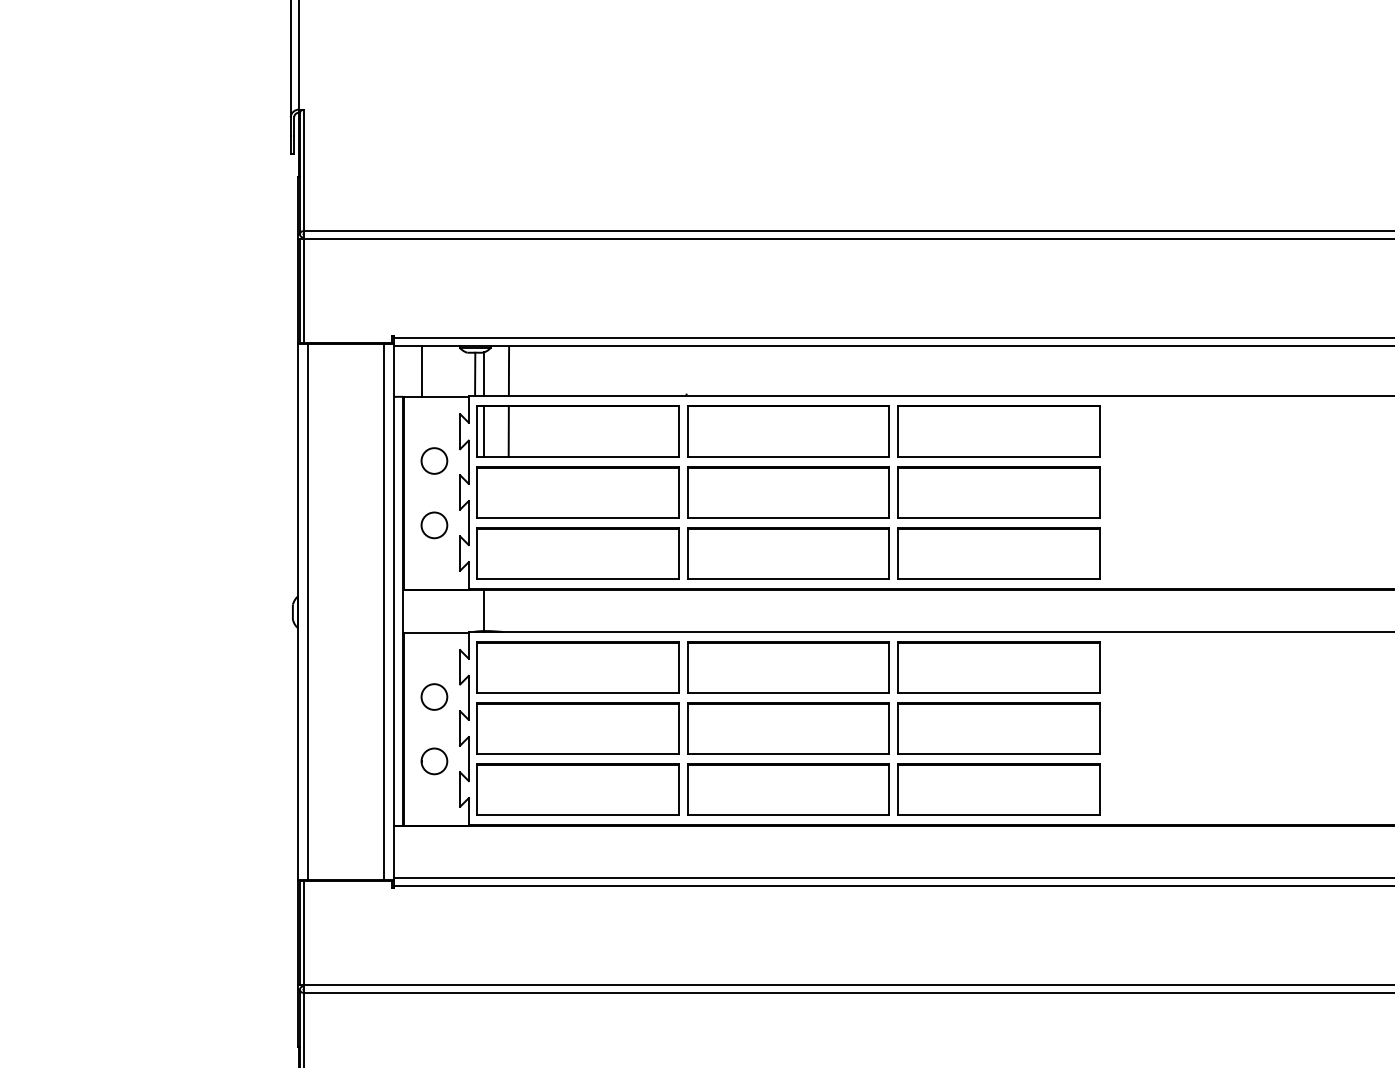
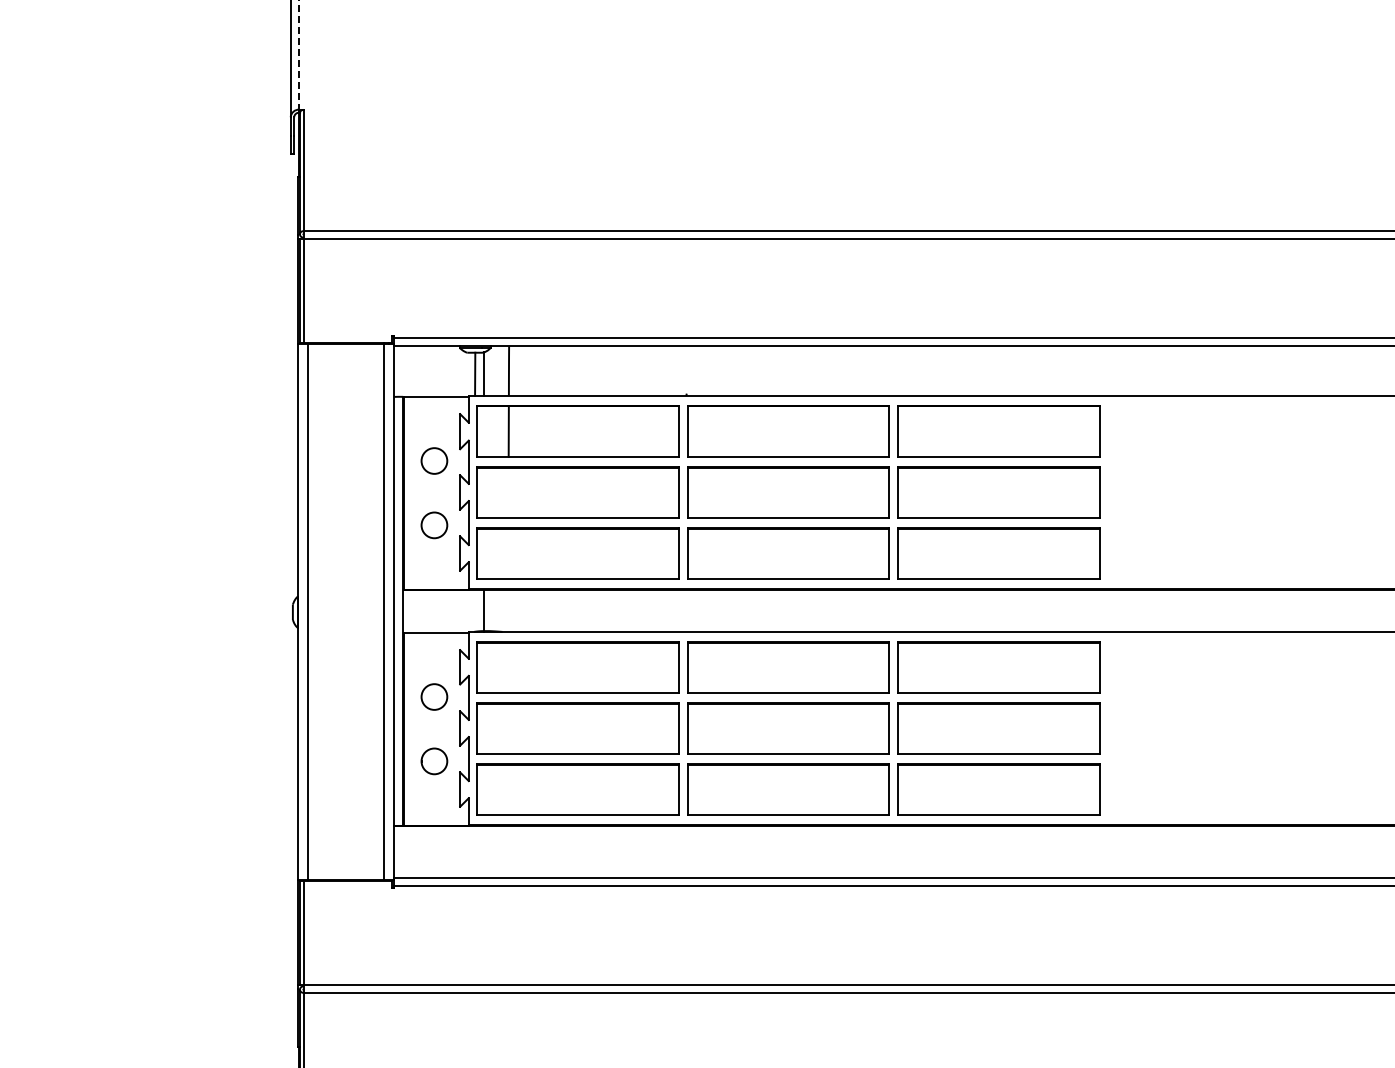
line at (299, 55): solid -> dashed
line at (421, 371): present -> none
line at (483, 431): present -> none
